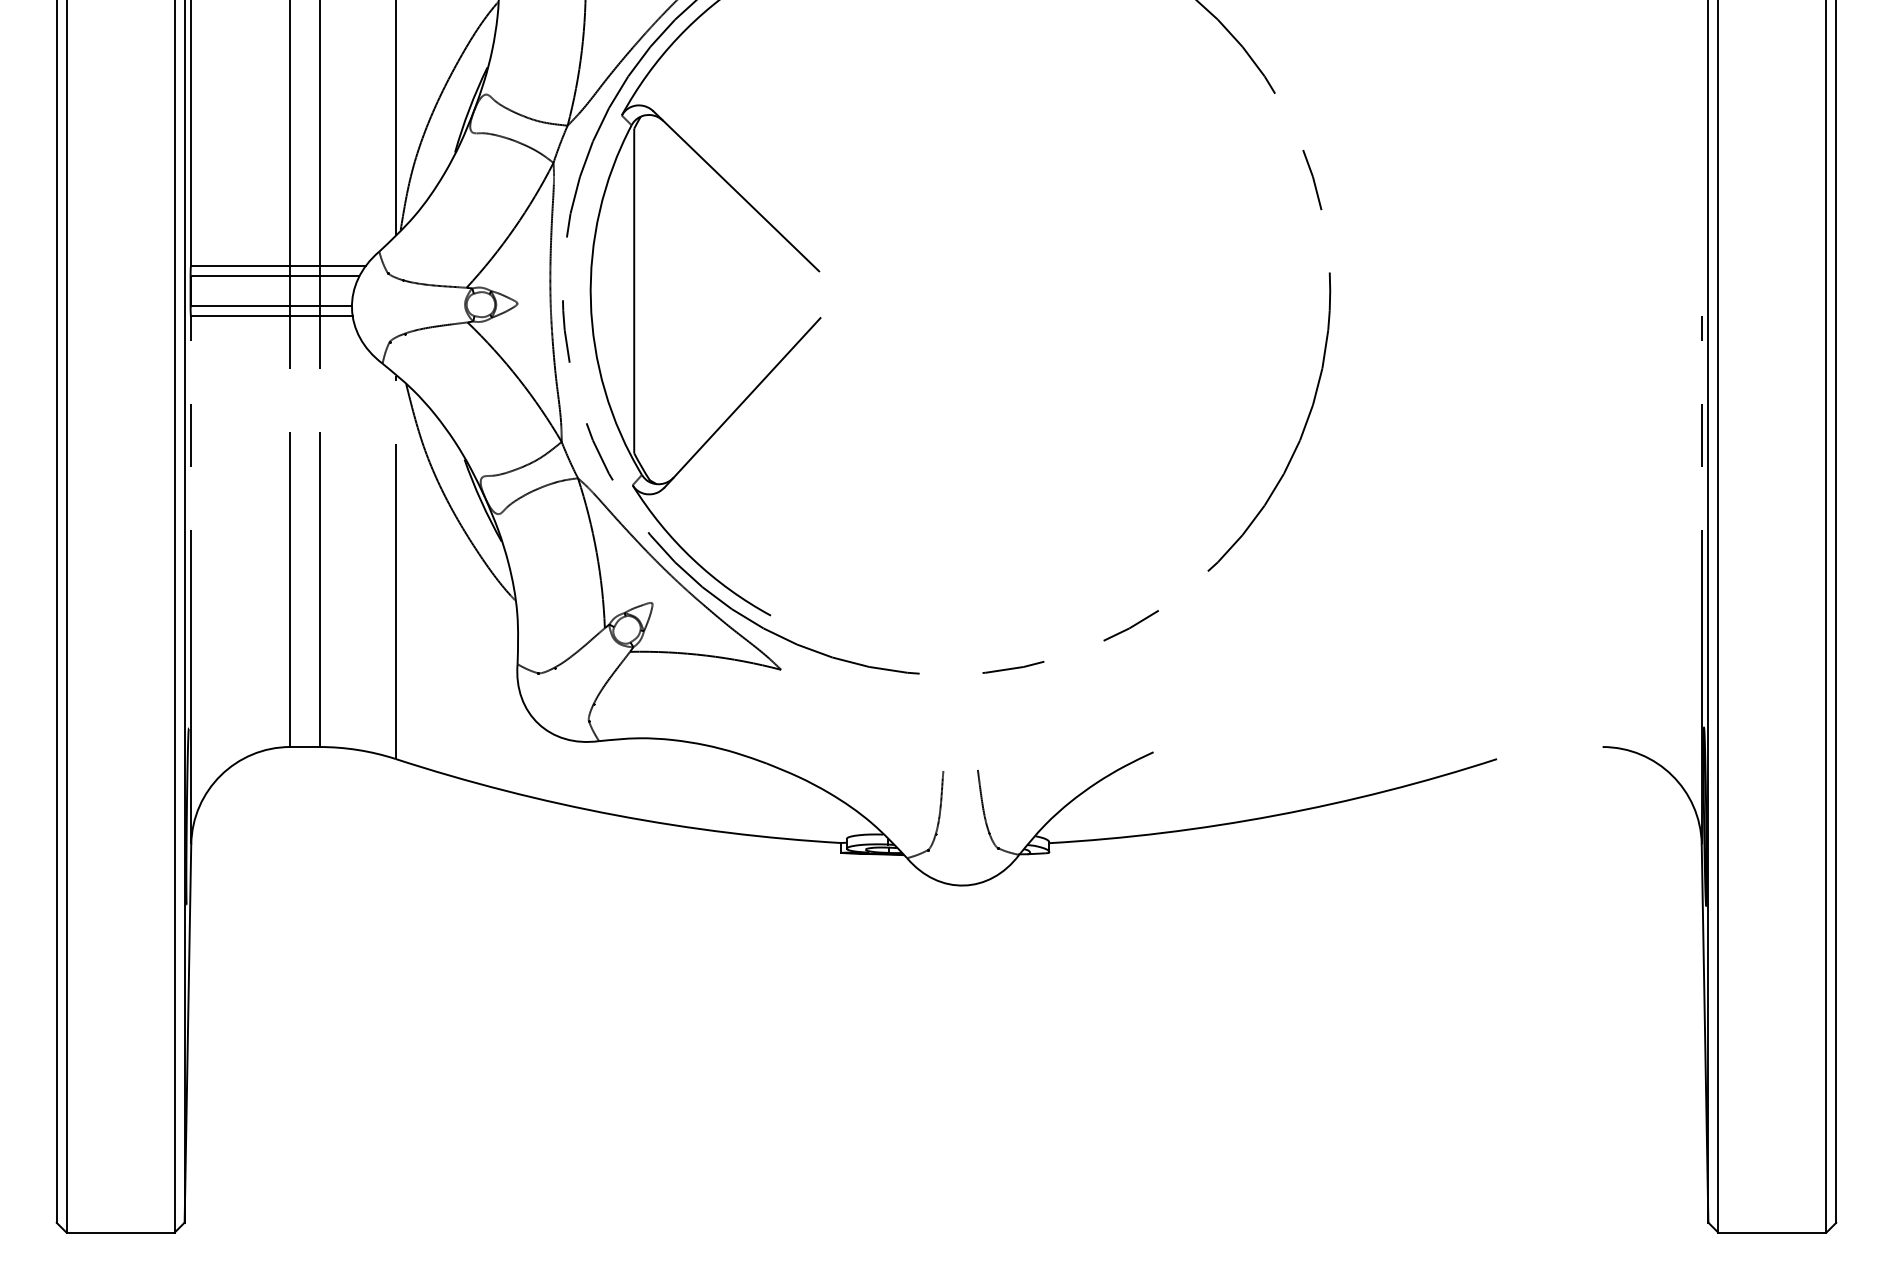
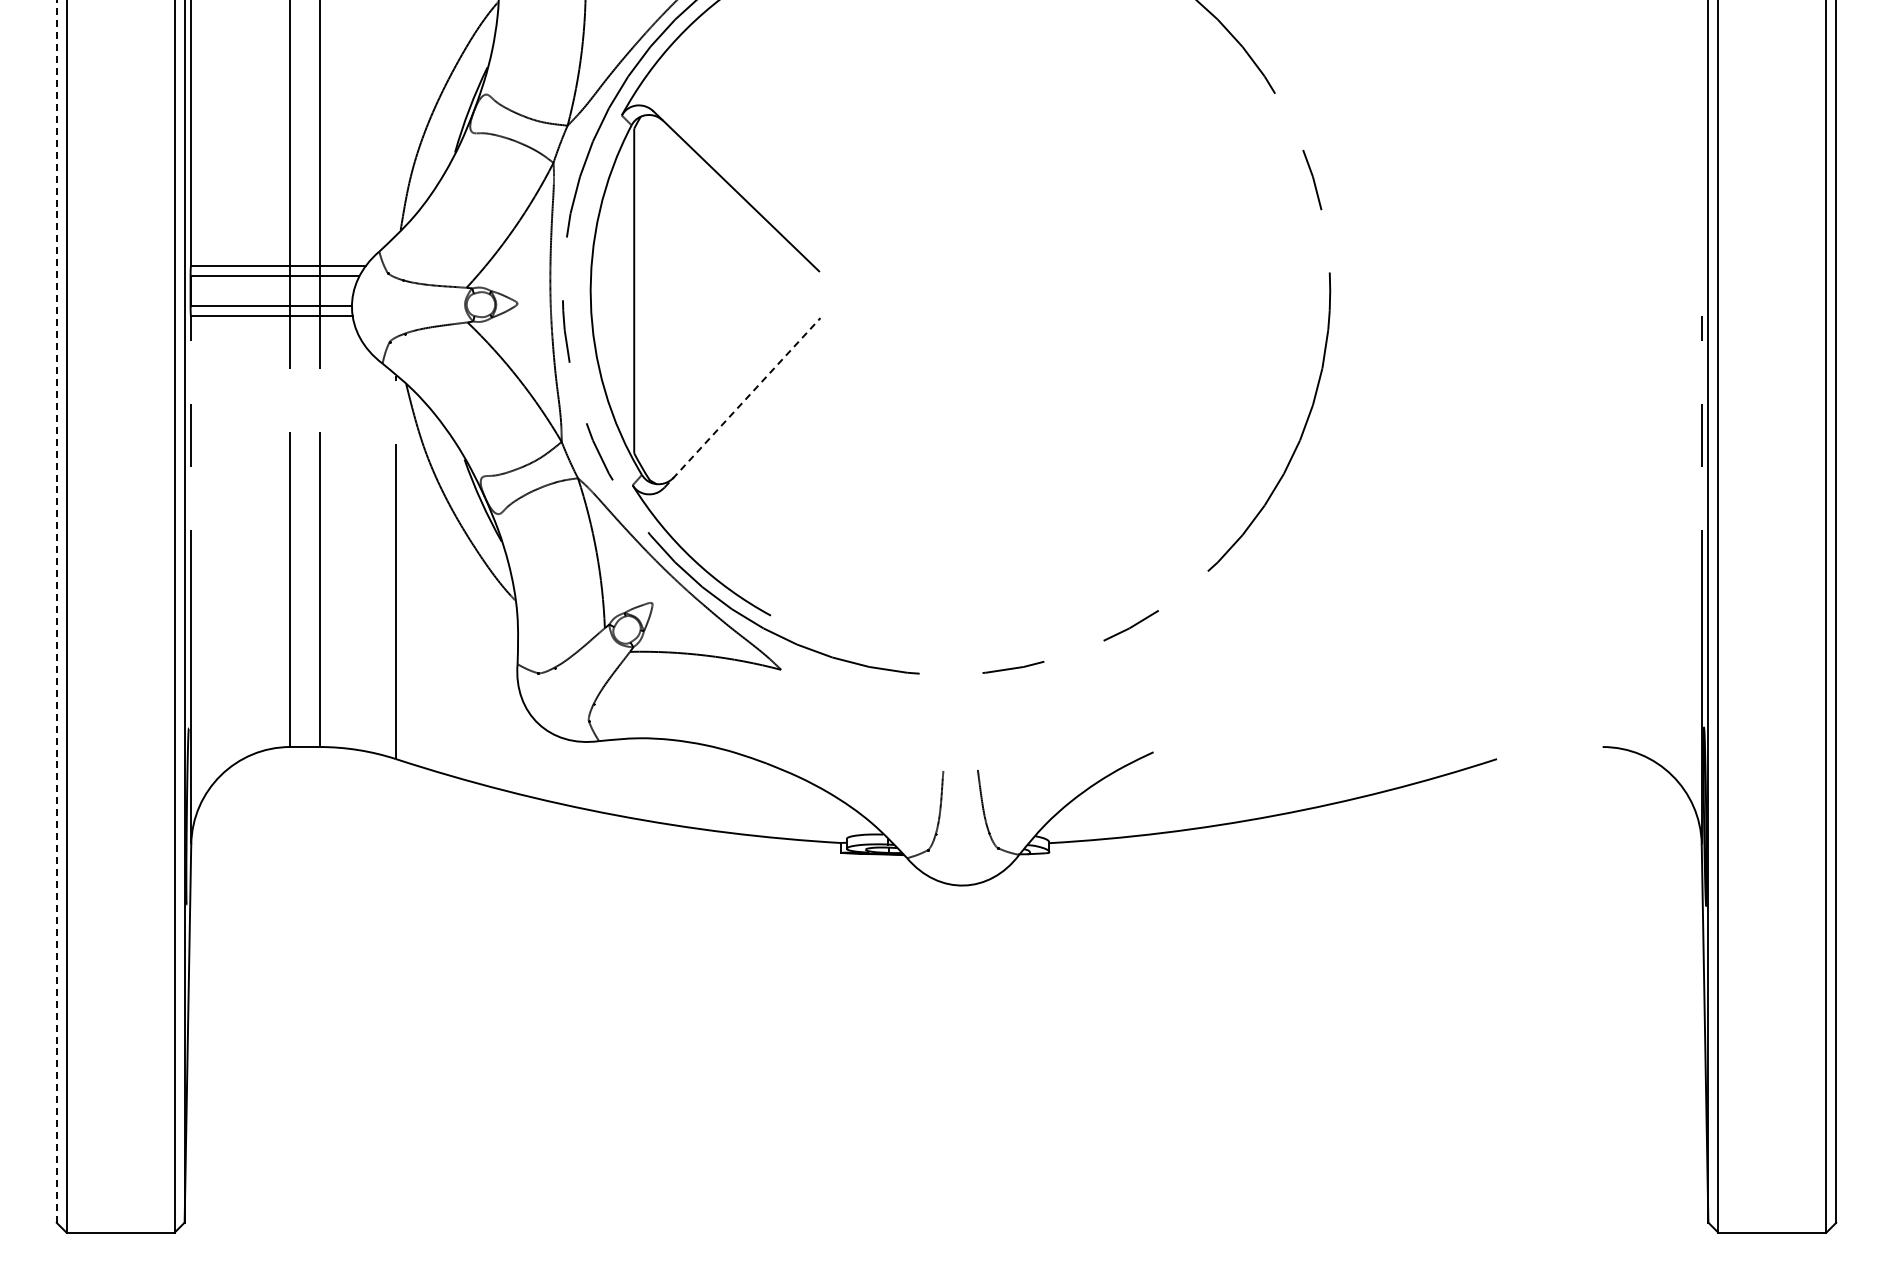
line at (396, 118): present -> none
line at (742, 402): solid -> dashed
line at (56, 610): solid -> dashed
